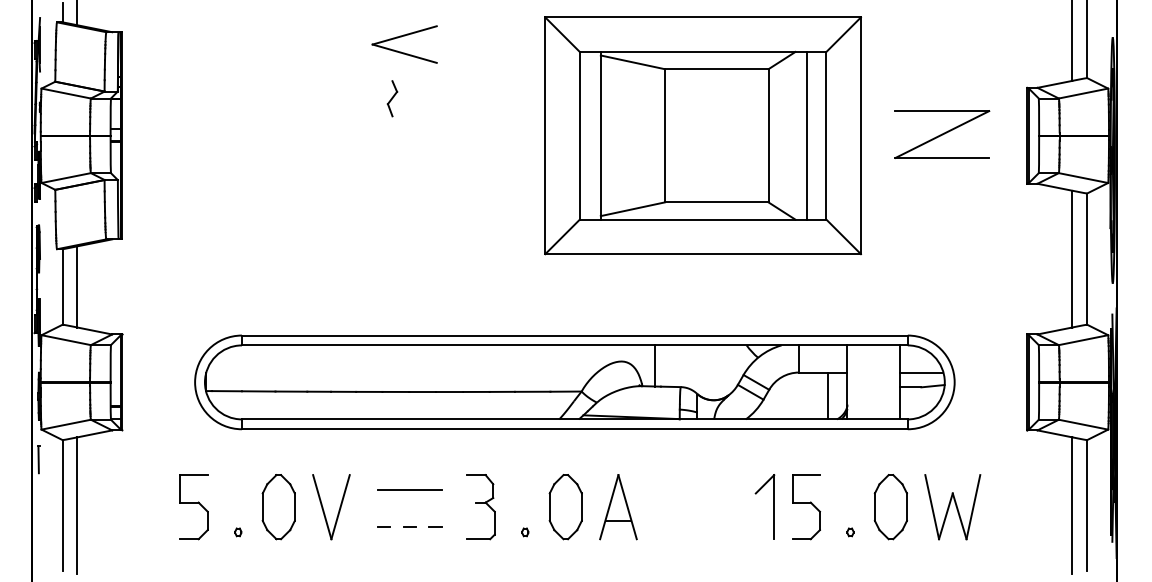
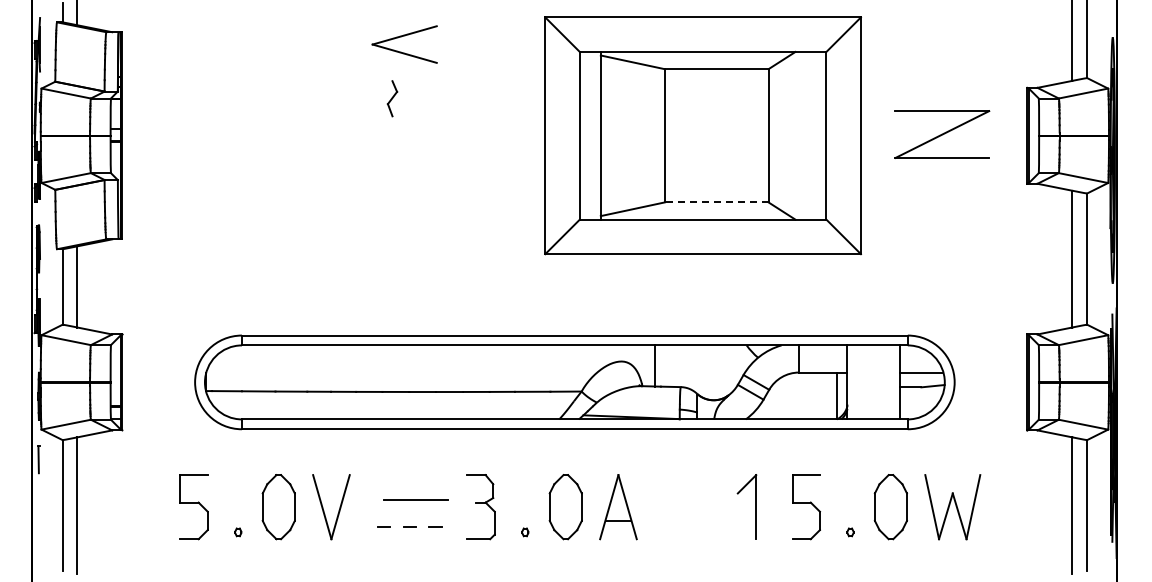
line at (807, 135): present -> none
line at (716, 202): solid -> dashed
line at (827, 395) position: (827, 395) -> (836, 395)
line at (409, 489) position: (409, 489) -> (415, 499)
part at (773, 506) position: (773, 506) -> (755, 506)
